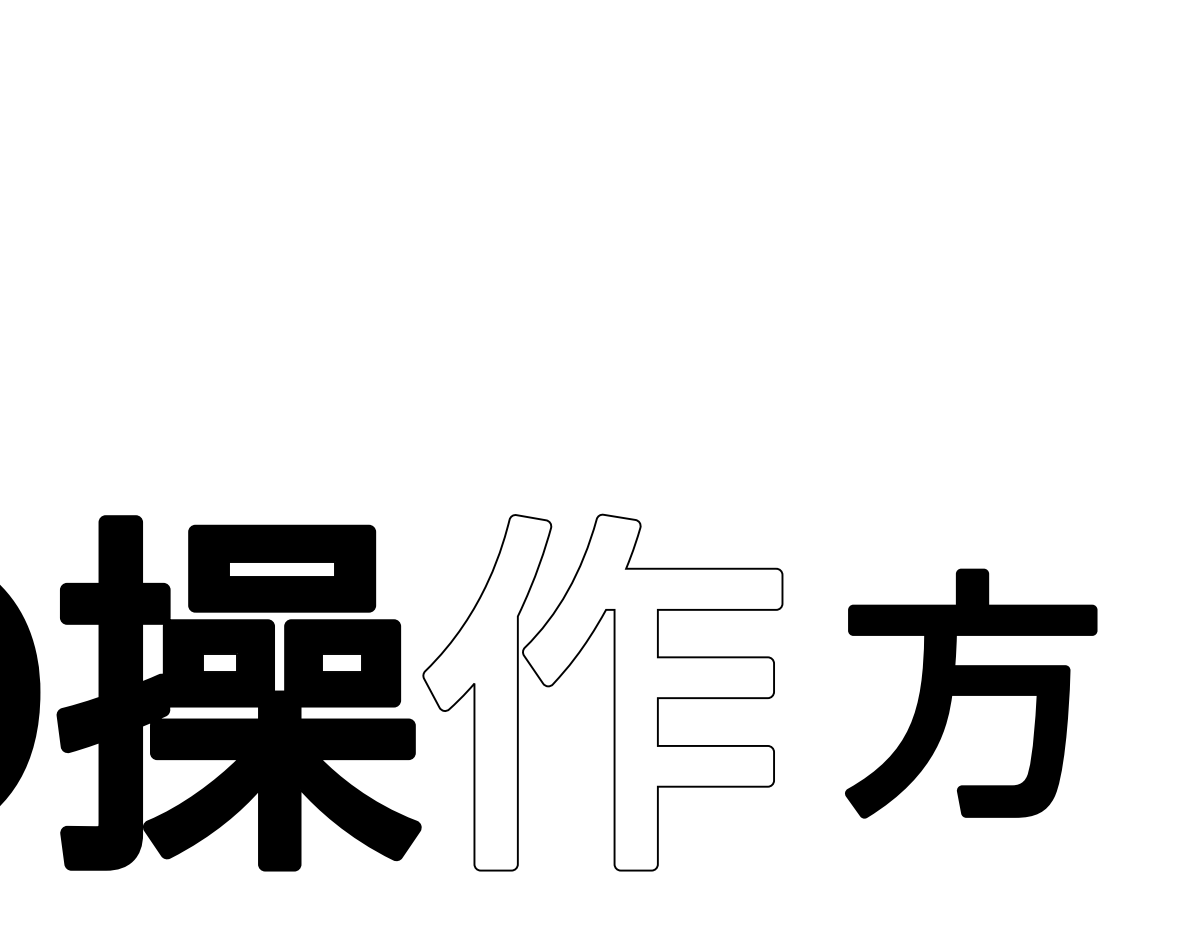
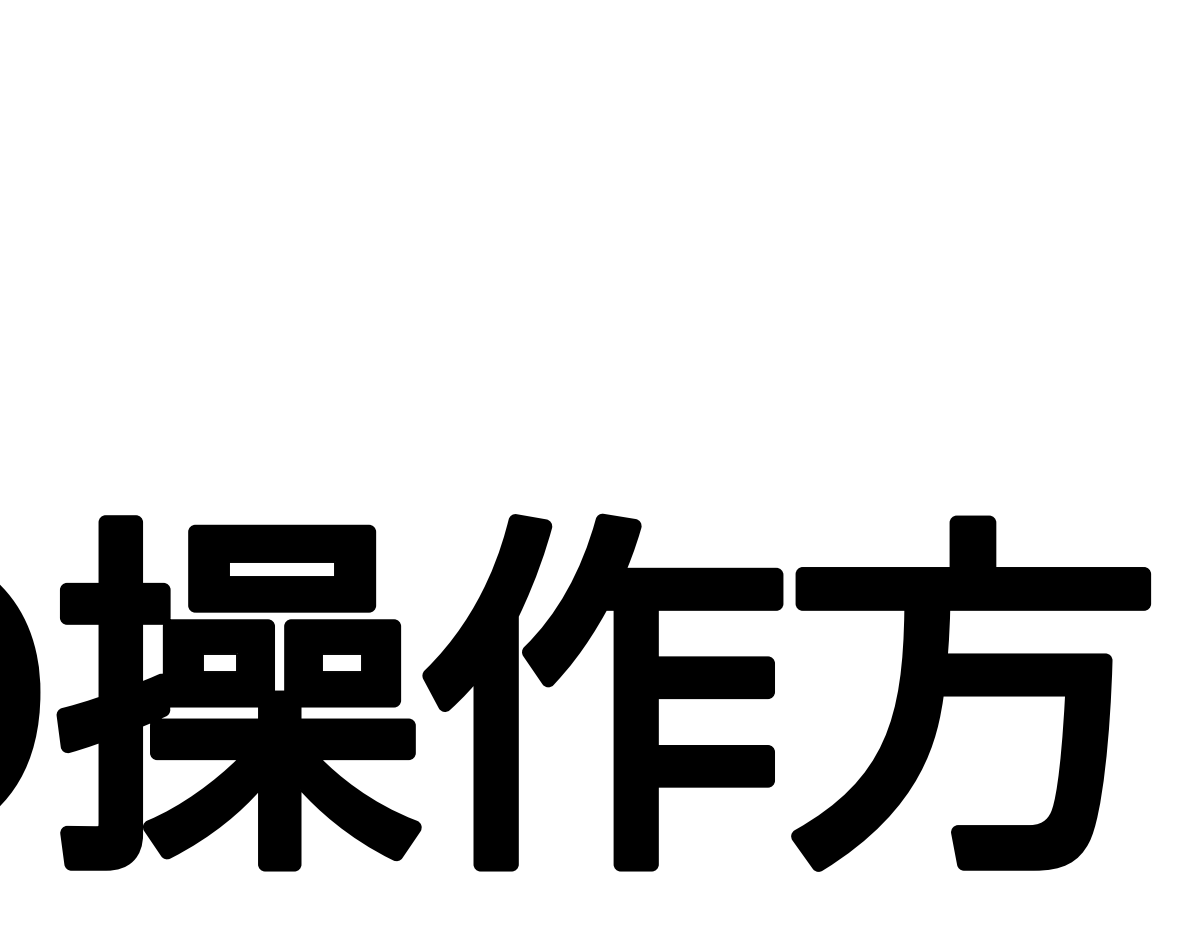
fill at (487, 692): none -> present
fill at (652, 692): none -> present
part at (971, 693) size: 253x251 px -> 361x357 px
